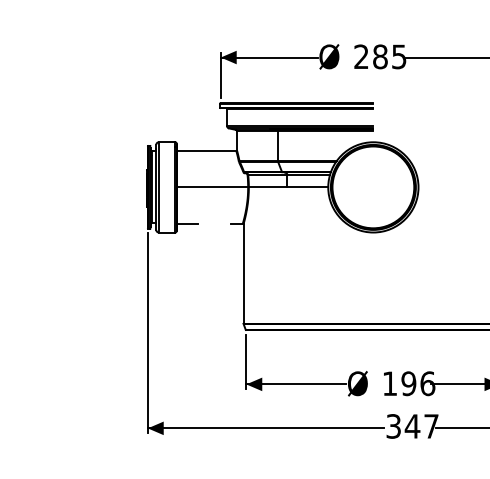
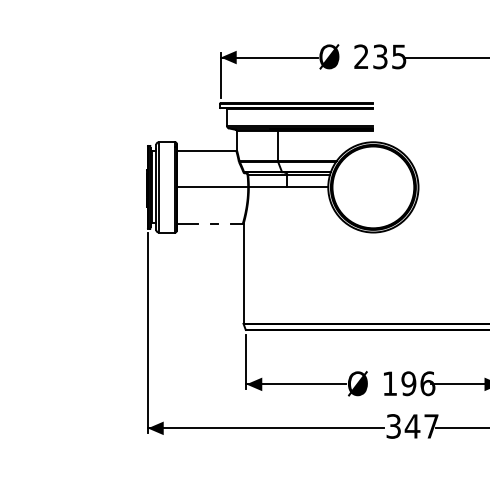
text at (380, 56): 285 -> 235
line at (214, 223): none -> present
